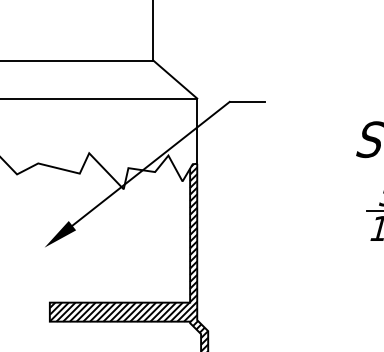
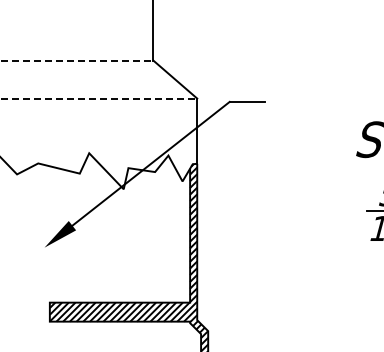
line at (77, 60): solid -> dashed
line at (99, 98): solid -> dashed
